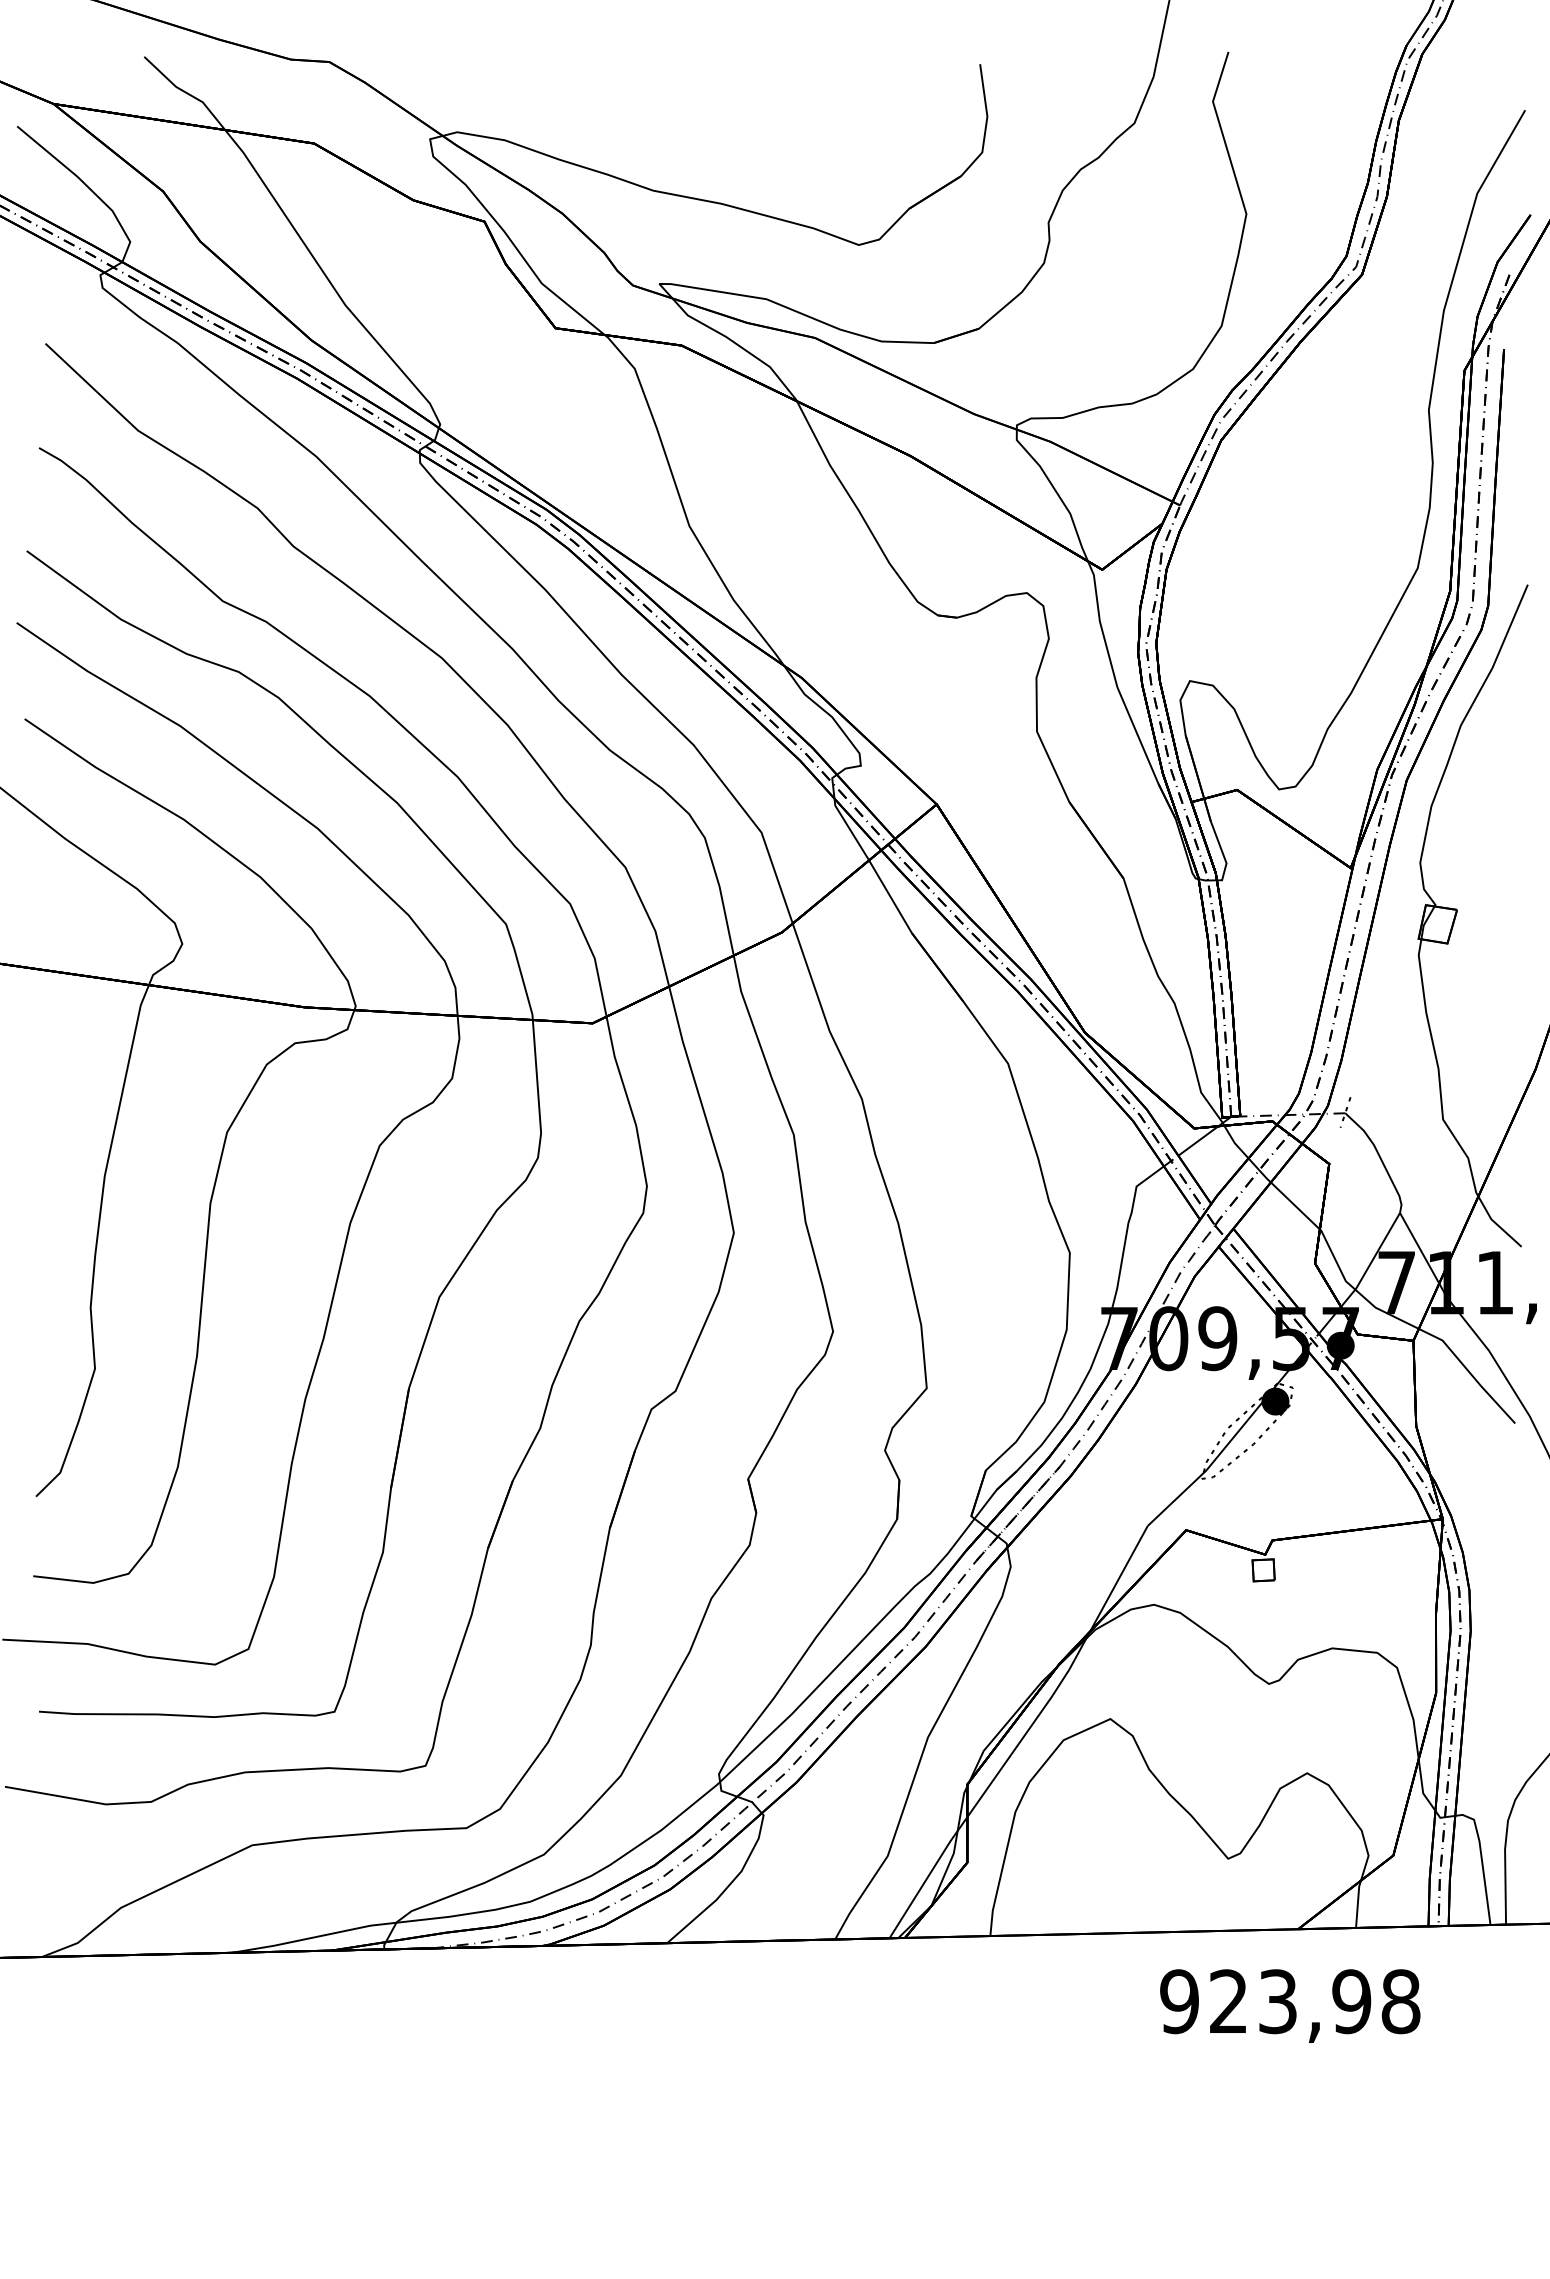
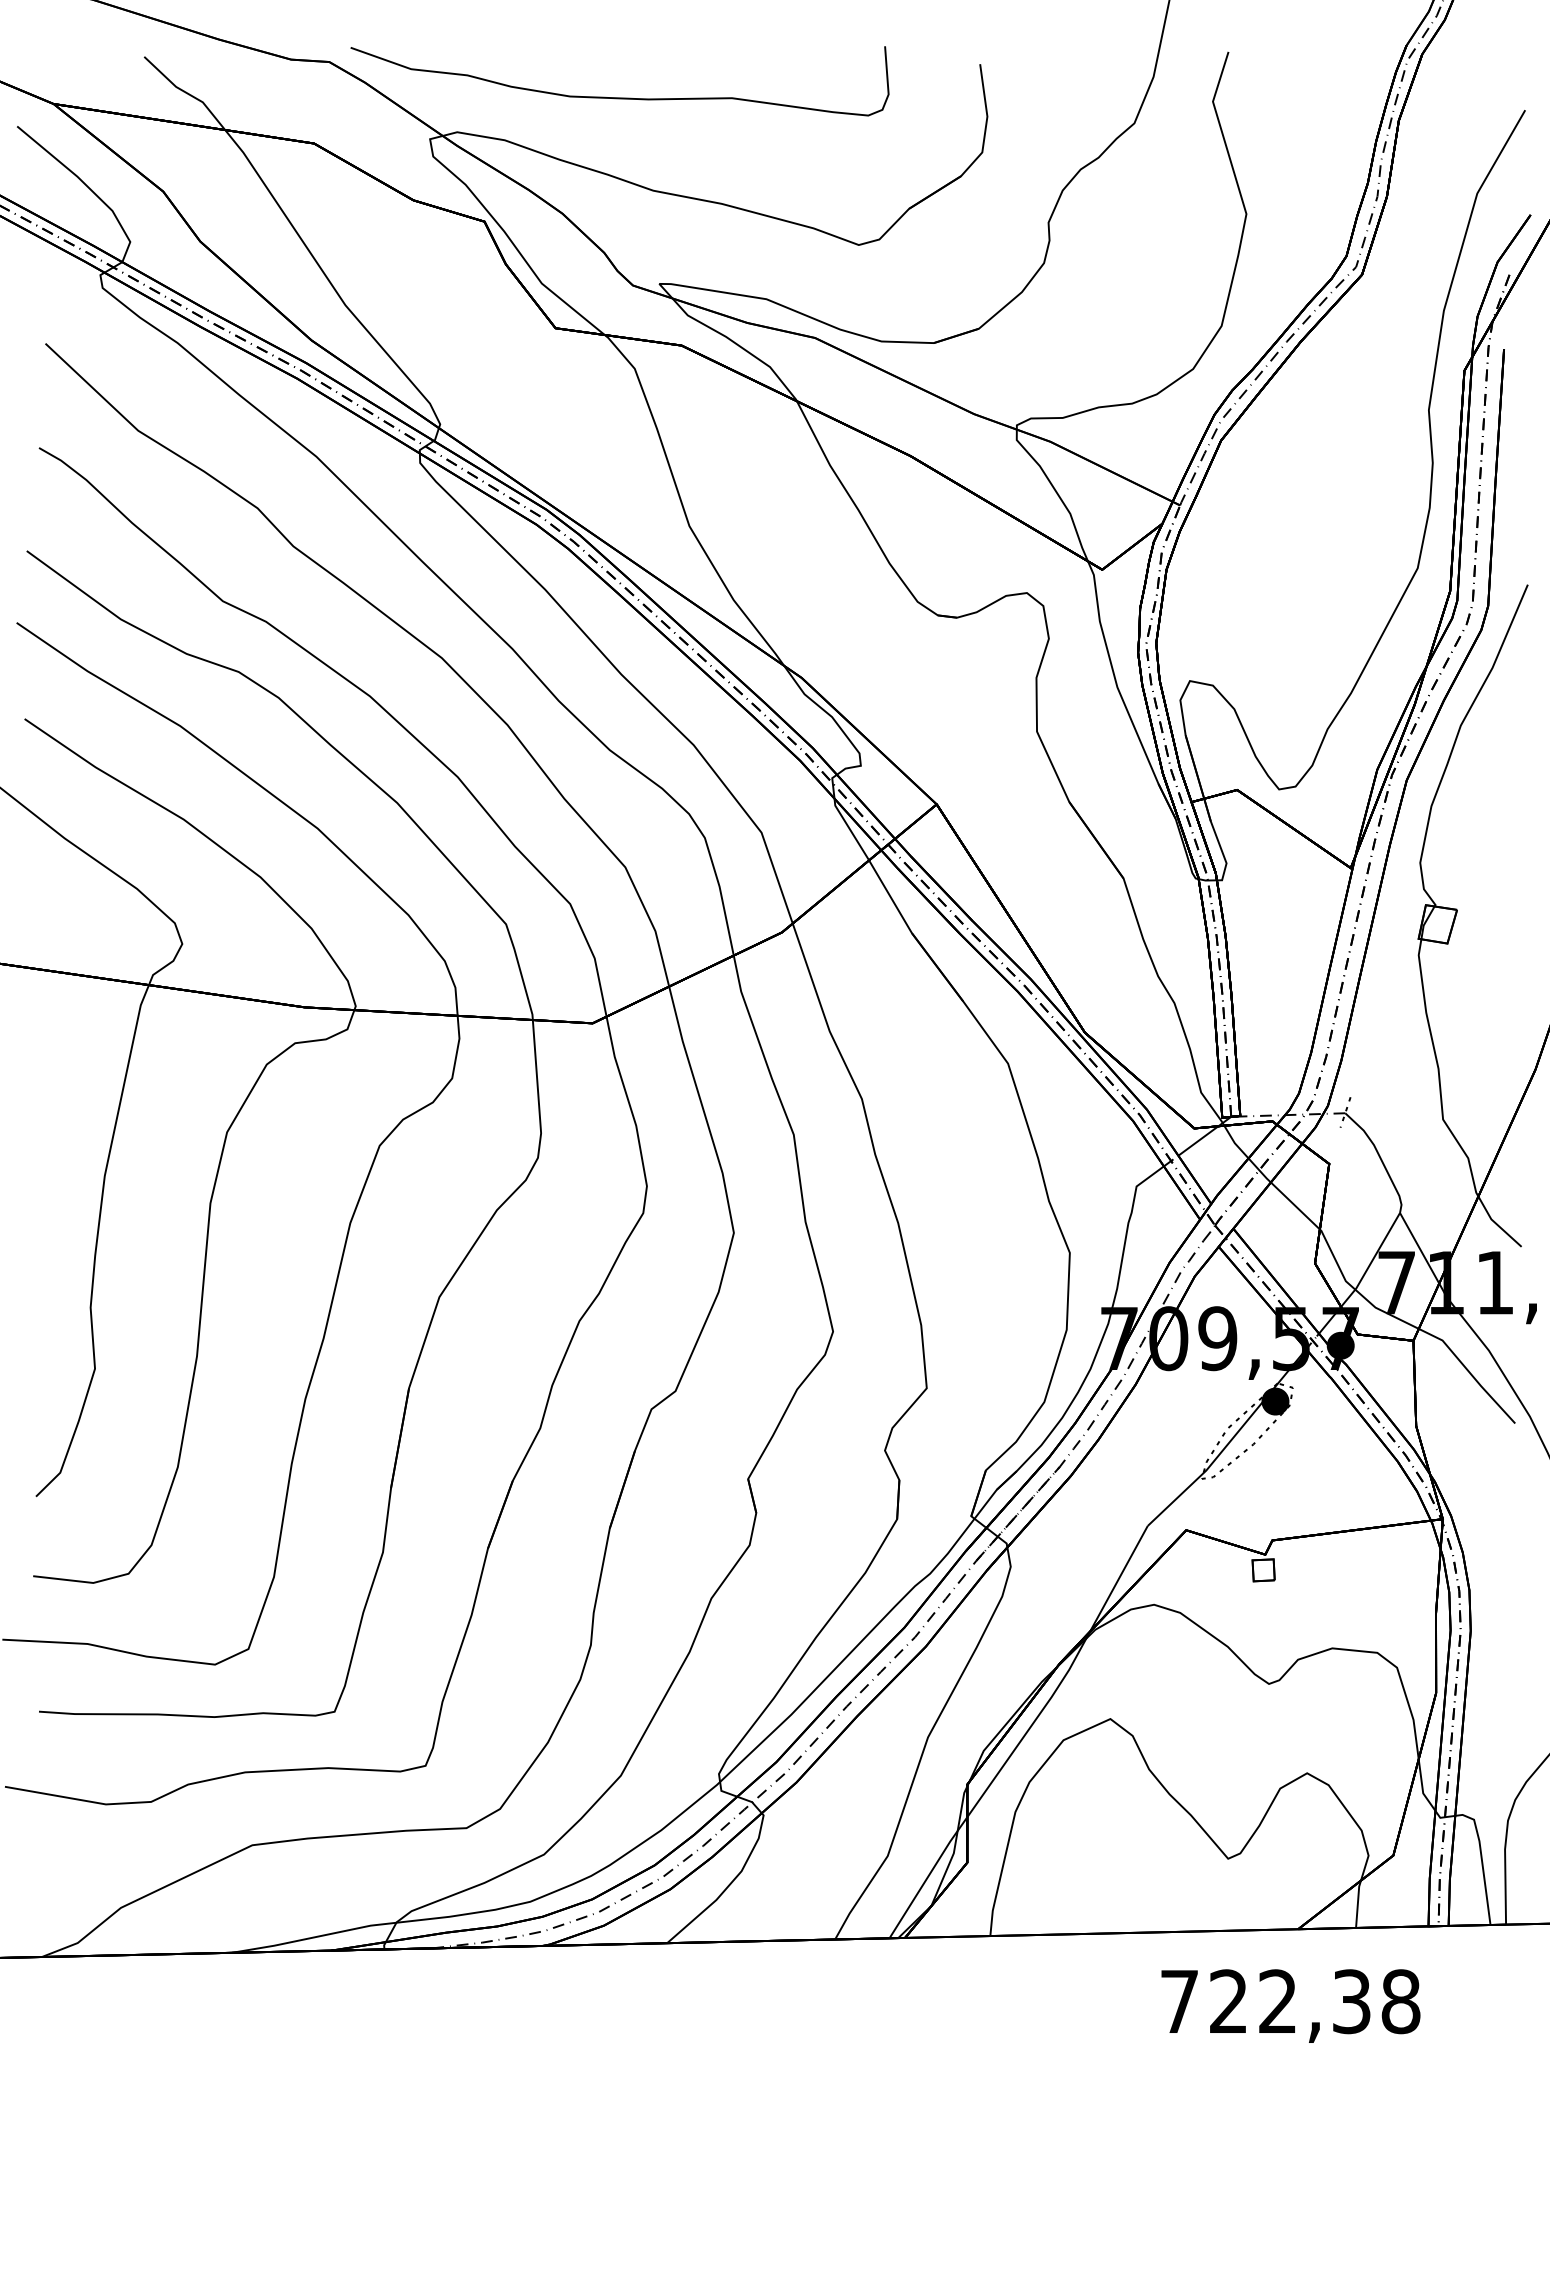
curve at (619, 97): none -> present
text at (1265, 2001): 923,98 -> 722,38
